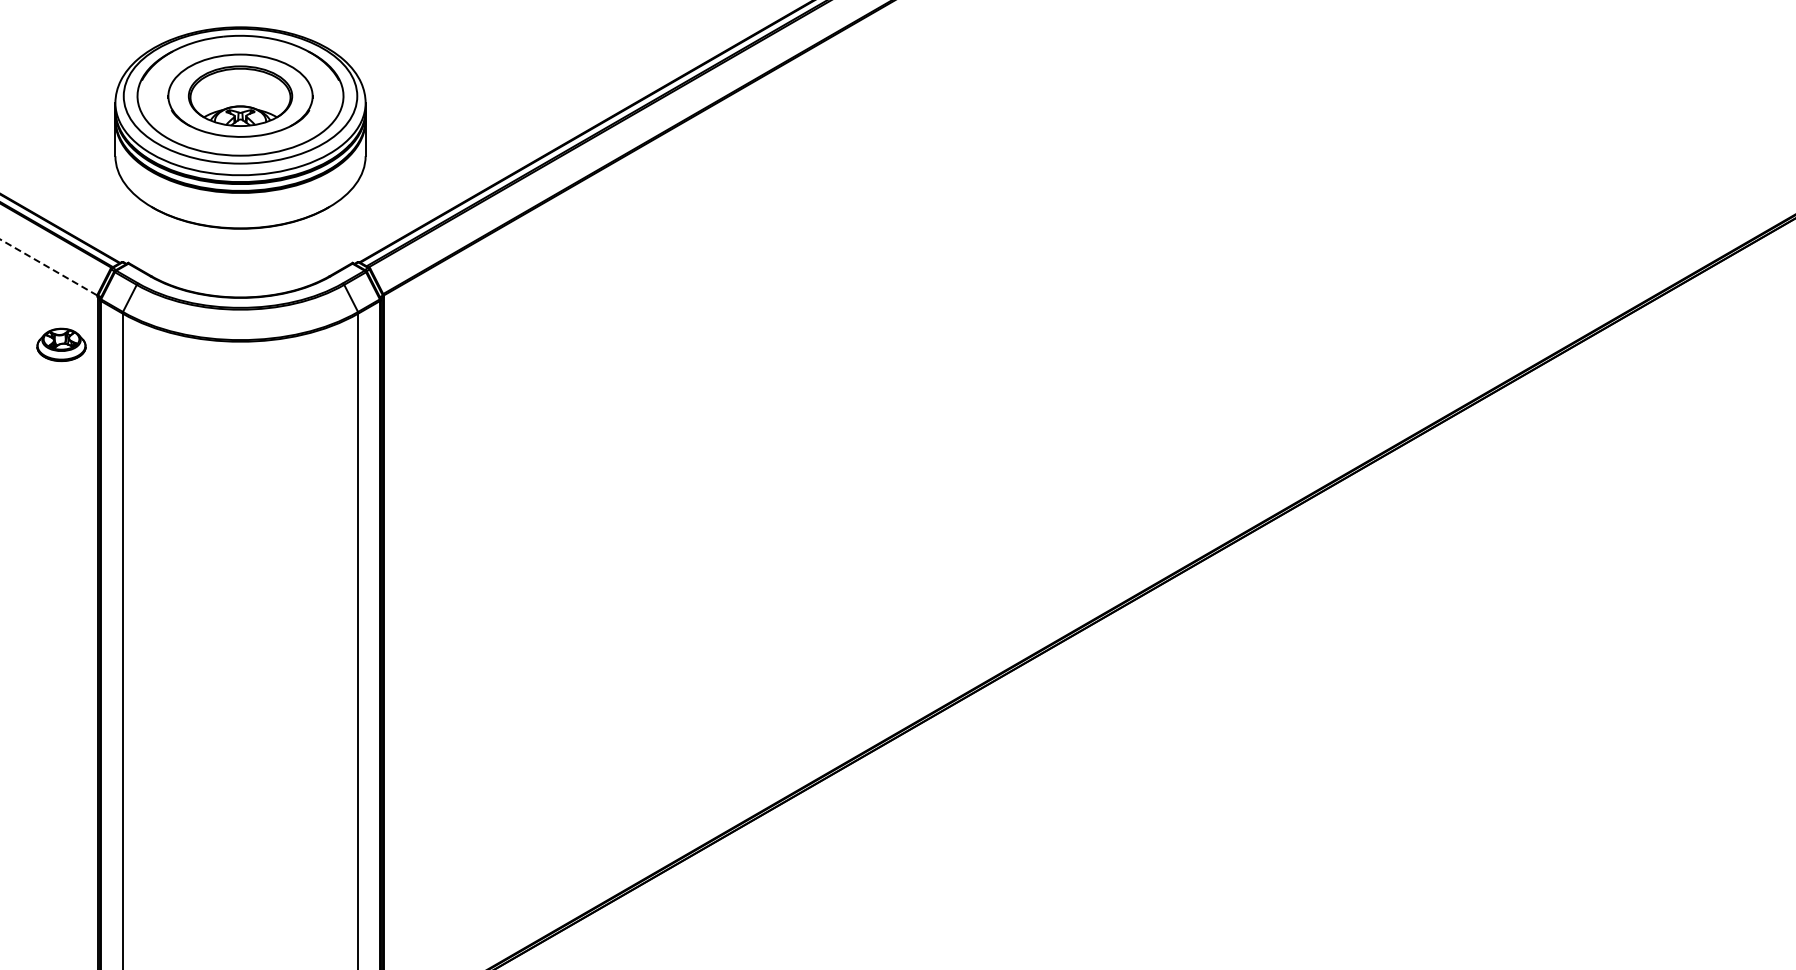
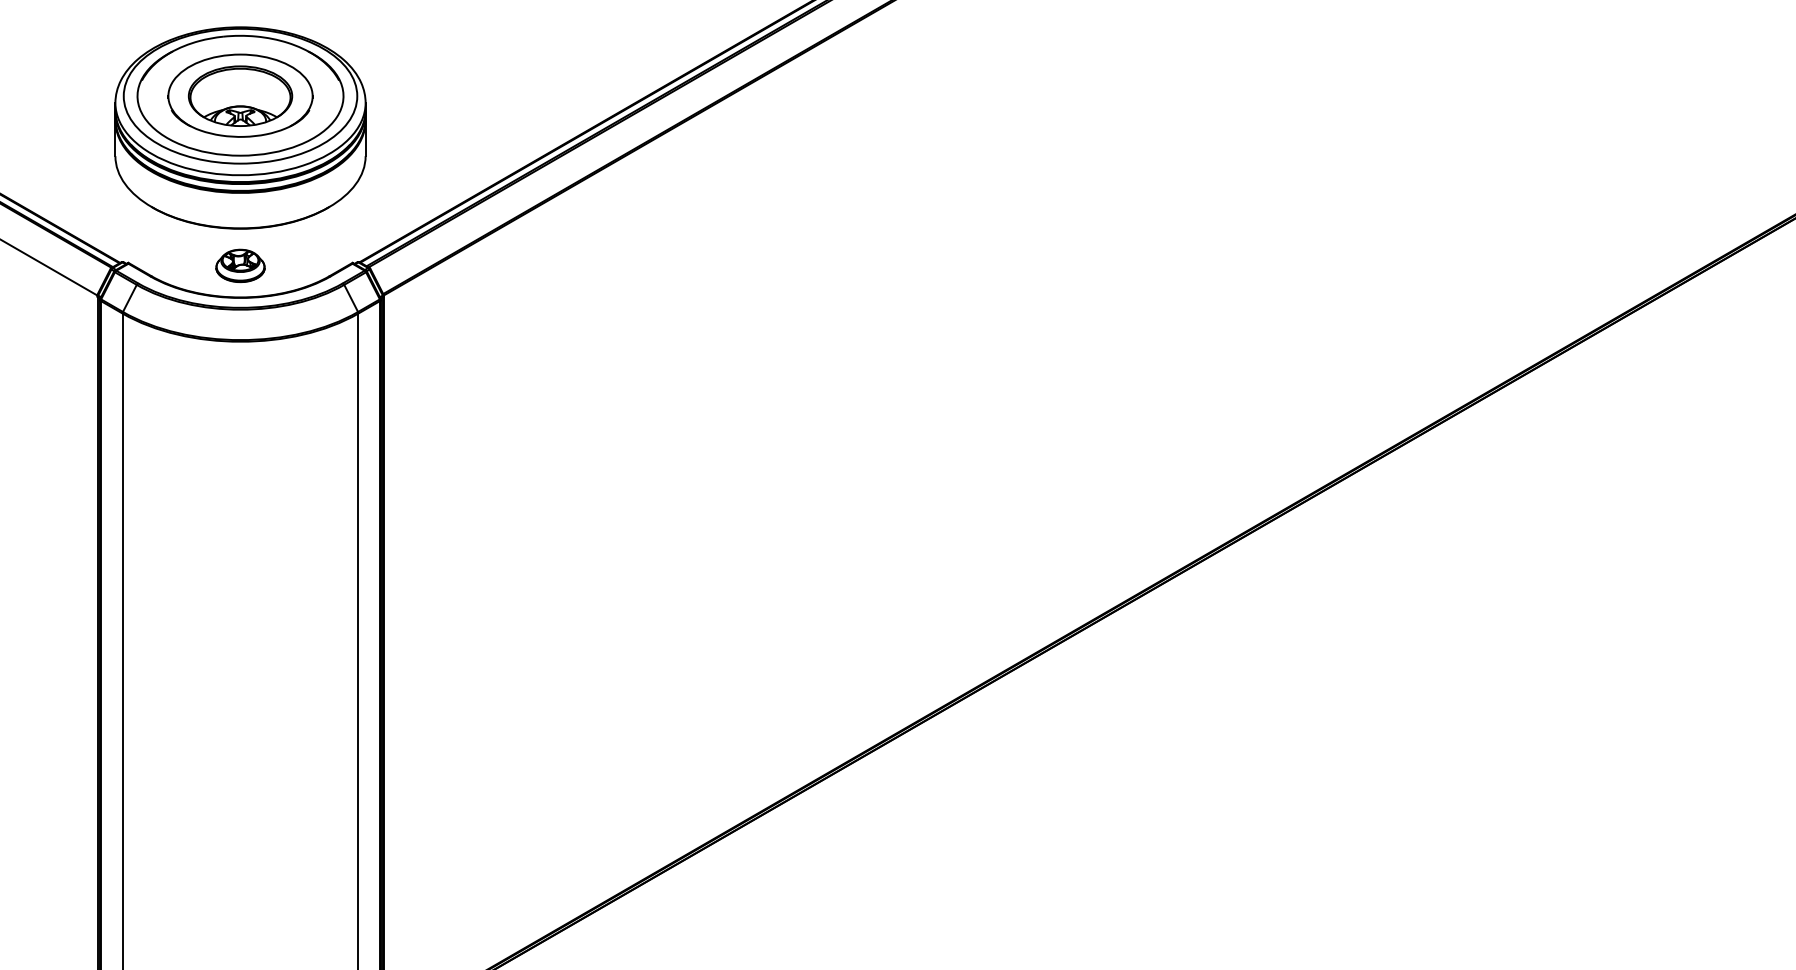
line at (48, 267): dashed -> solid
part at (61, 344) position: (61, 344) -> (240, 265)
